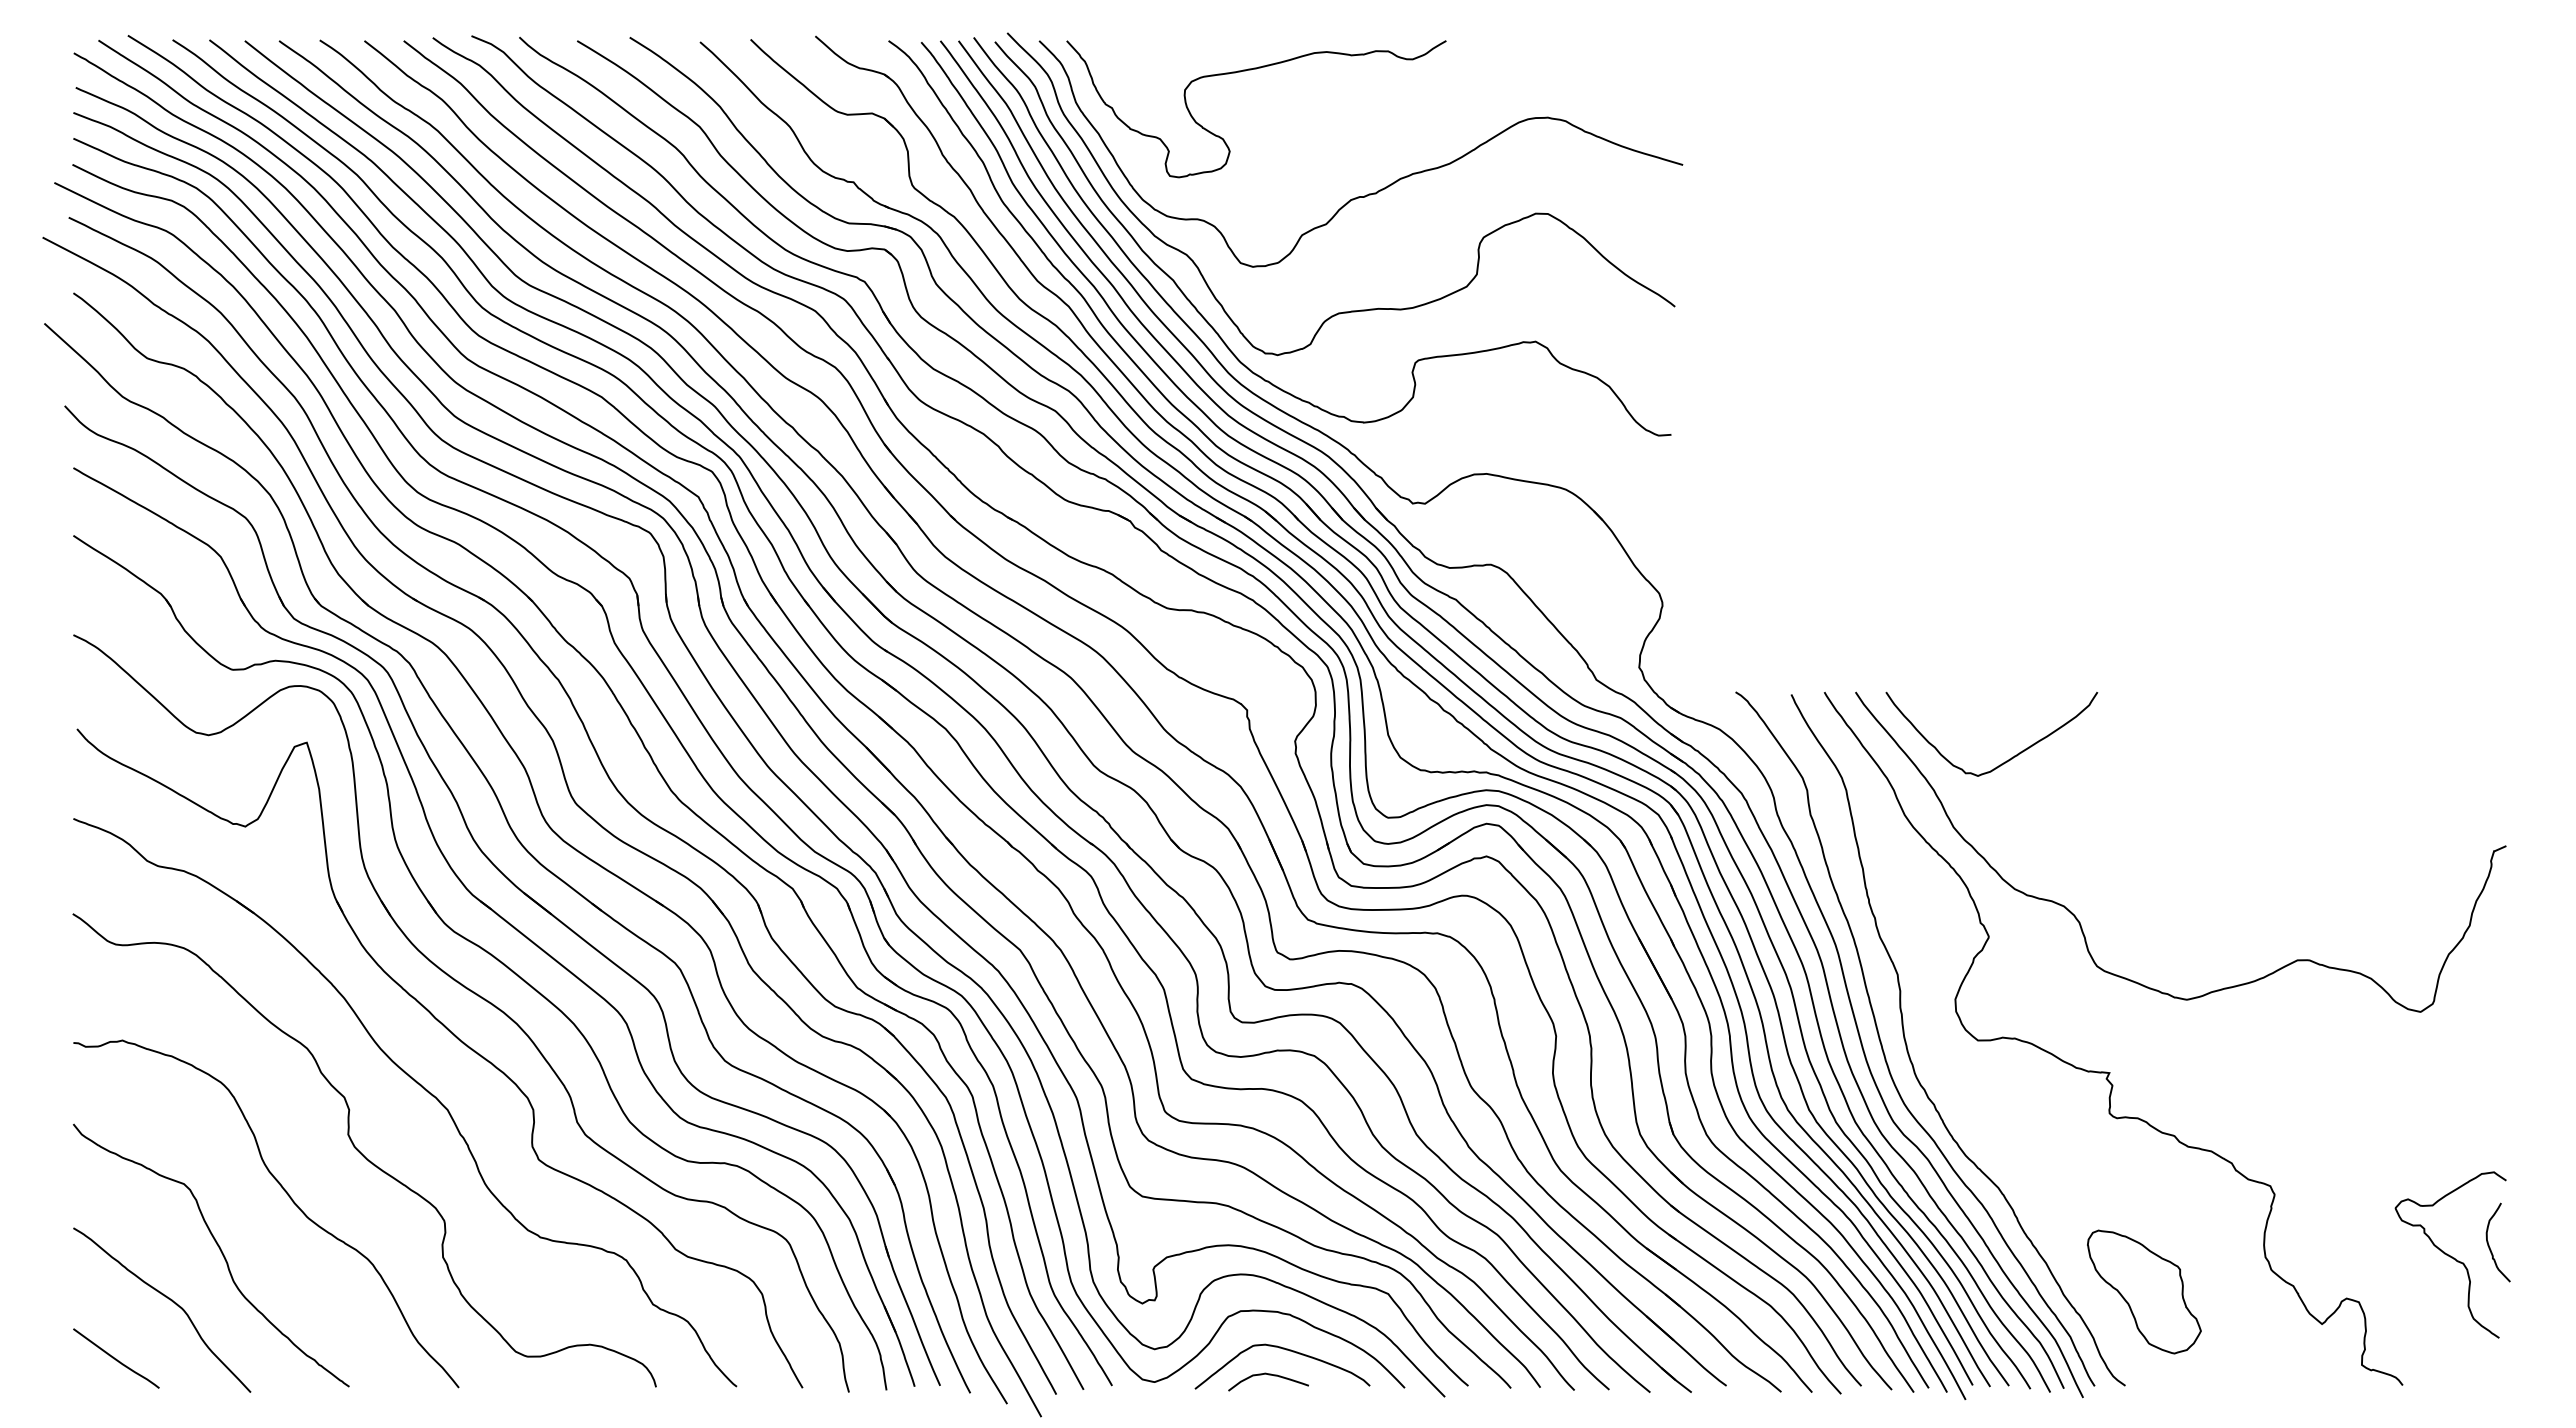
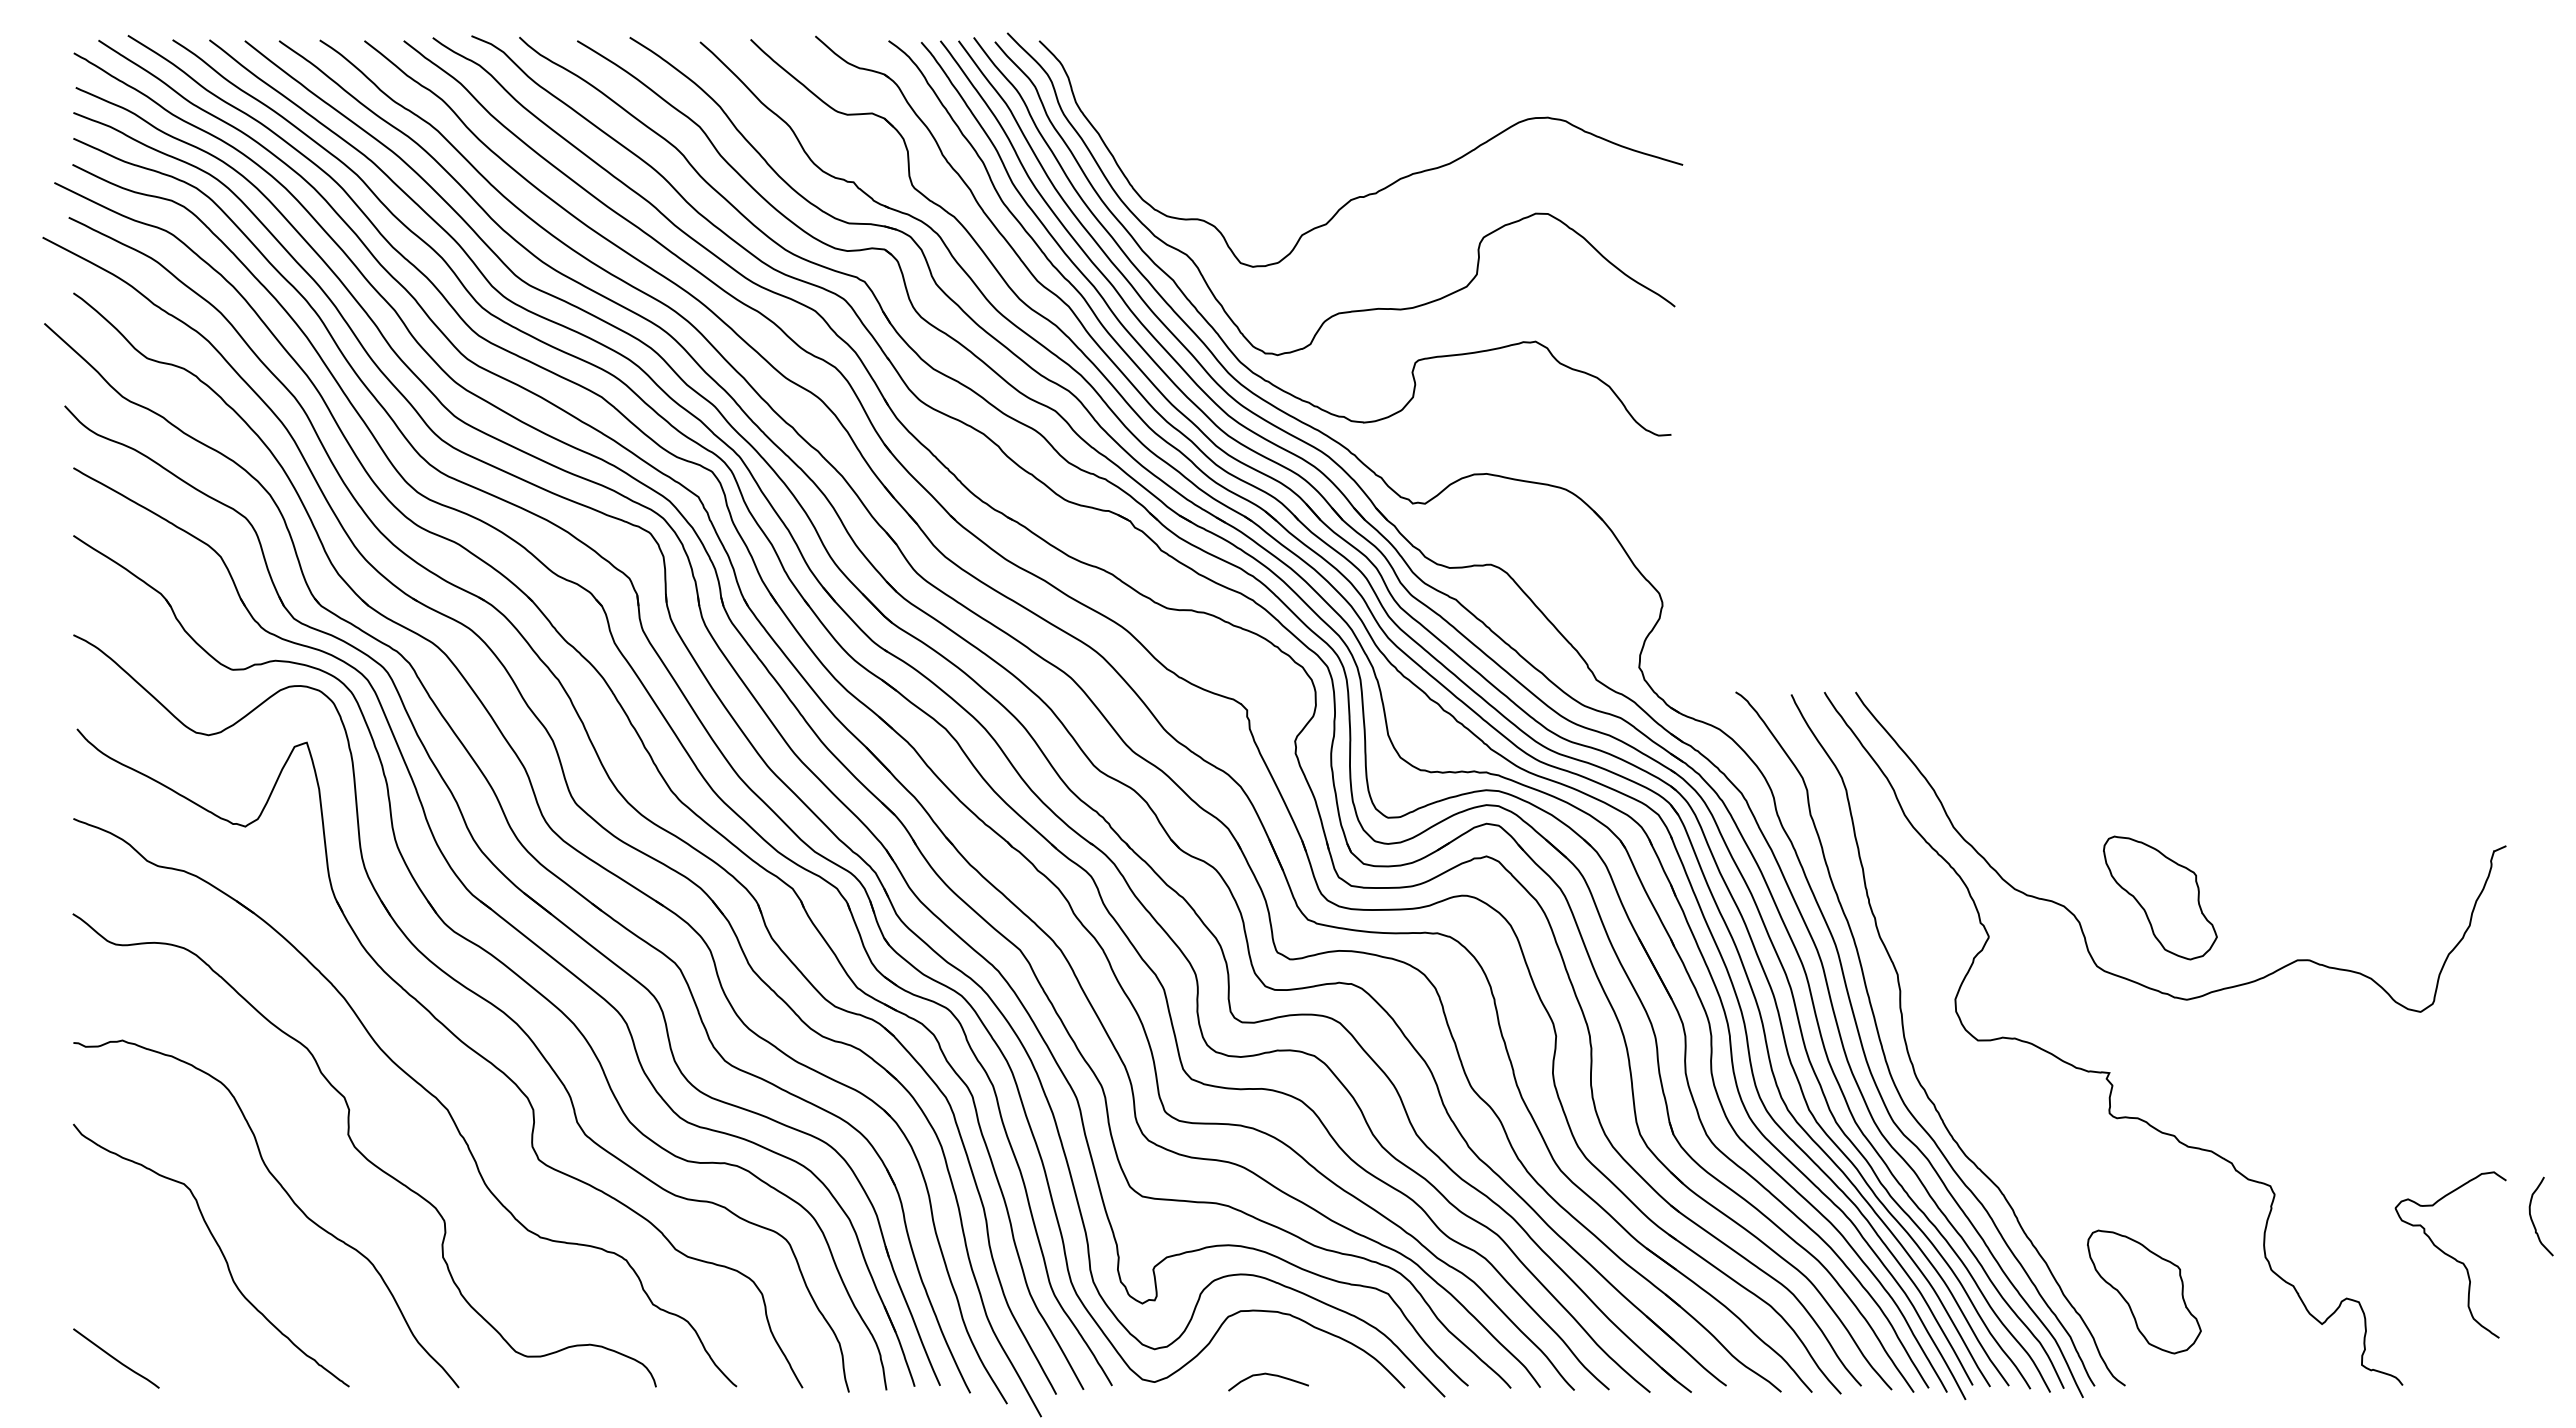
curve at (1251, 70): present -> none
curve at (2009, 758): present -> none
part at (2160, 897): none -> present
curve at (2489, 1244) position: (2489, 1244) -> (2532, 1218)
curve at (168, 1299): present -> none
curve at (1286, 1350): present -> none
